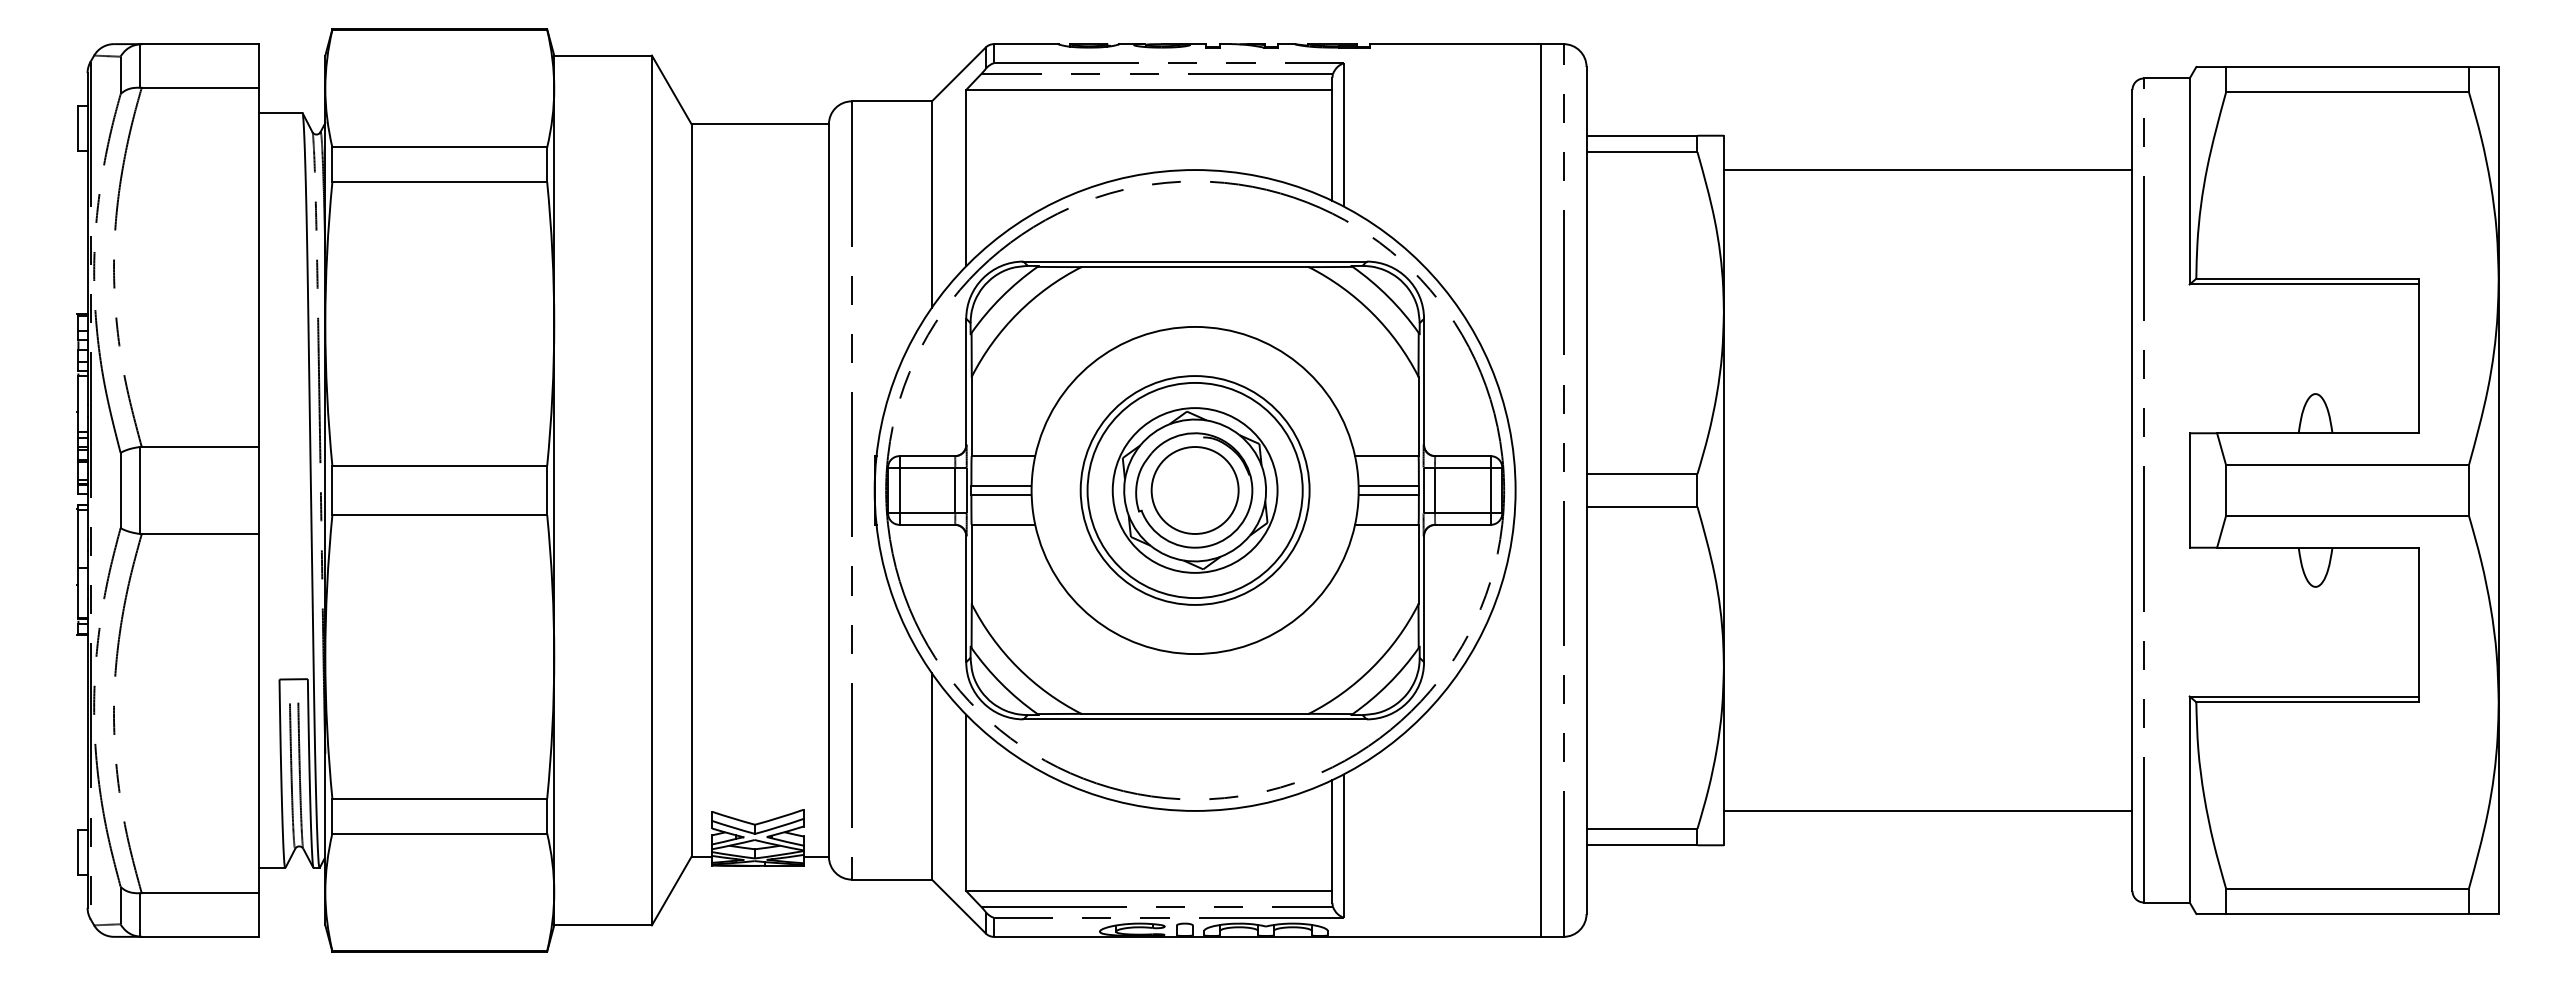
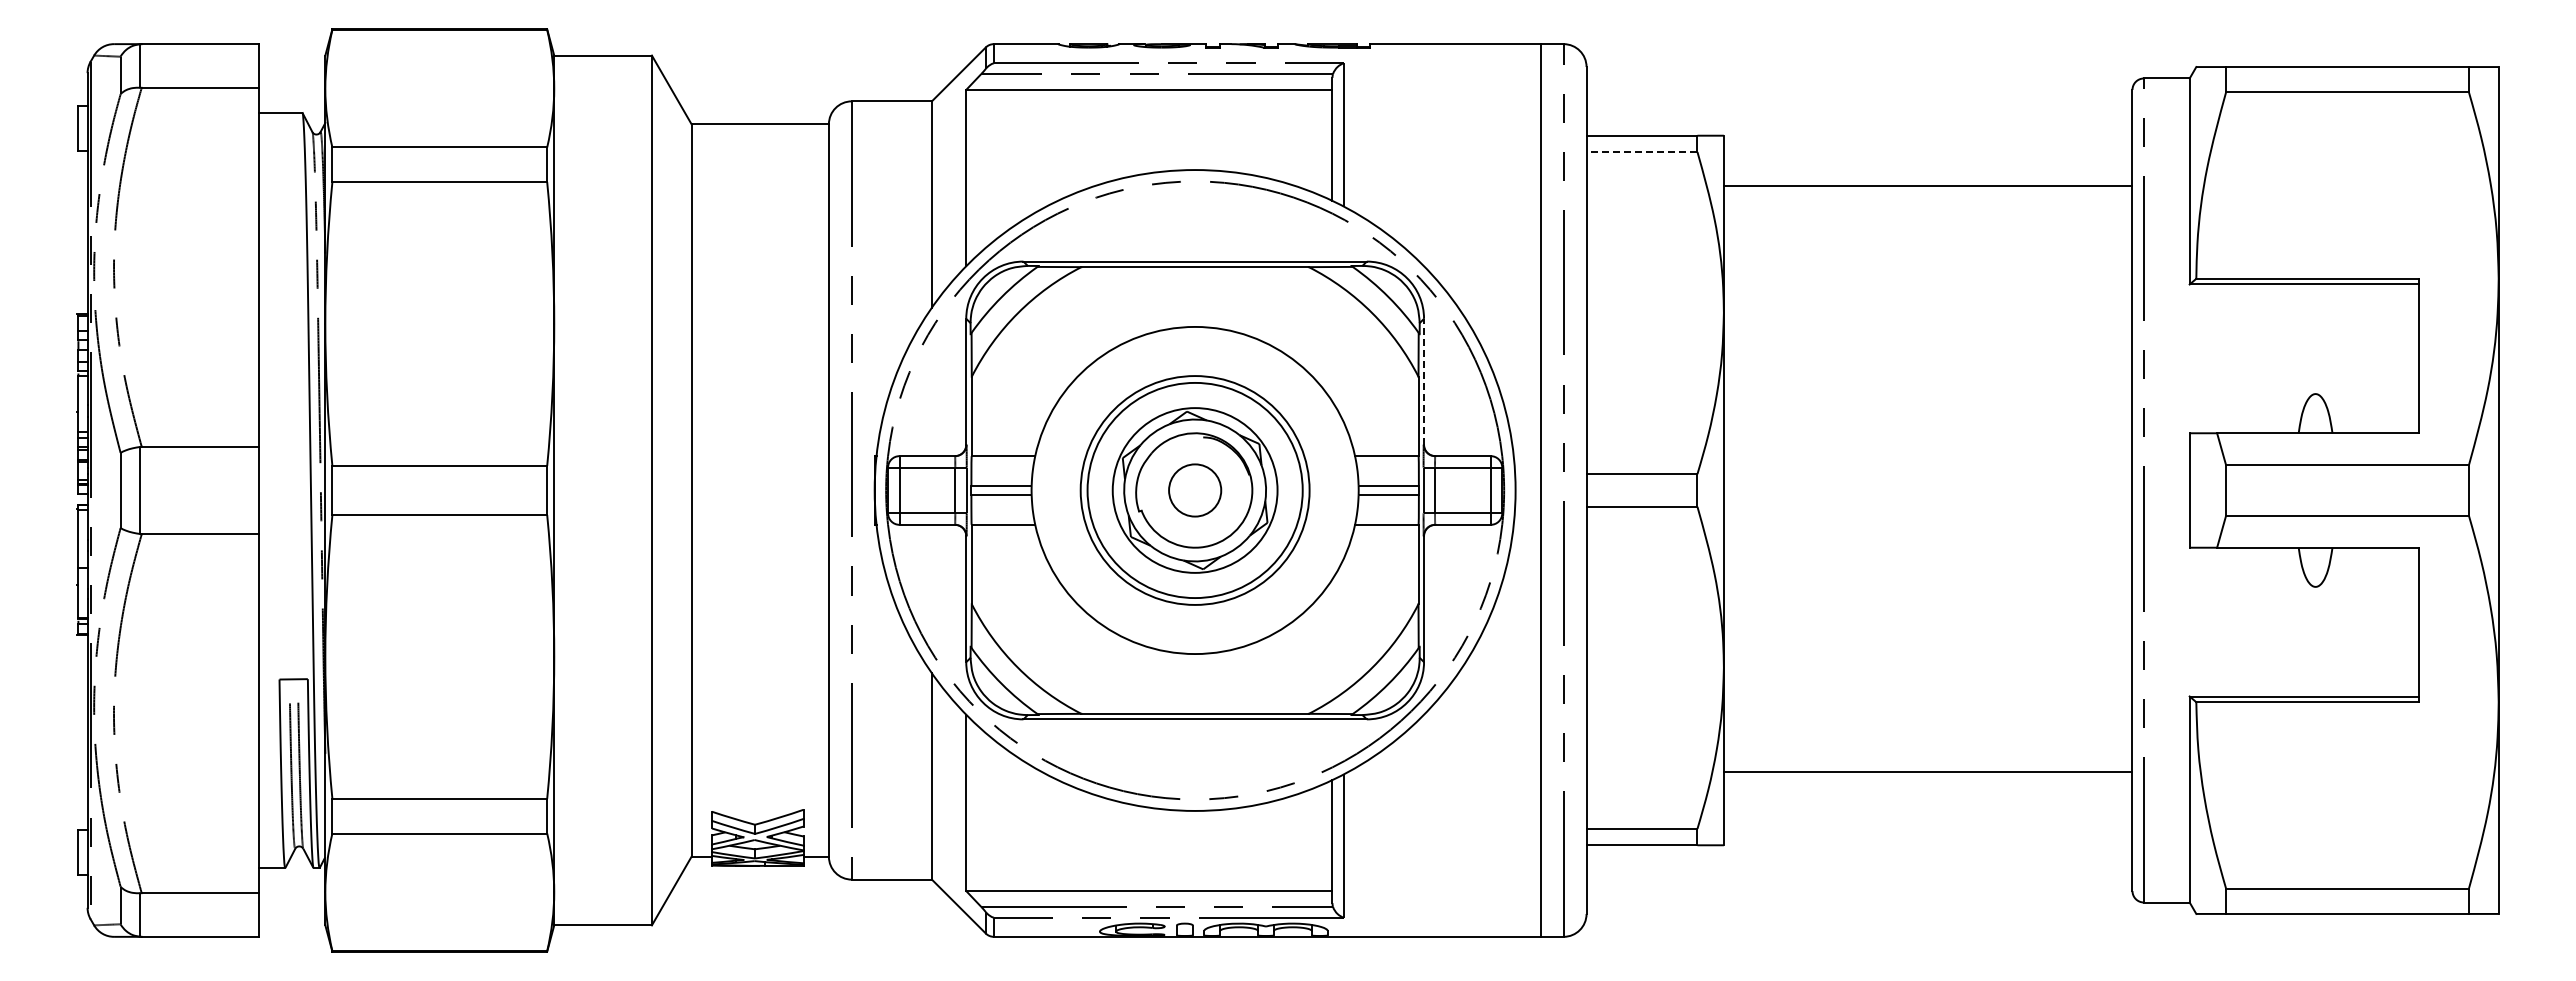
line at (1641, 152): solid -> dashed
line at (1927, 170) position: (1927, 170) -> (1927, 186)
line at (1424, 381): solid -> dashed
circle at (1194, 490) diameter: 87 px -> 52 px
line at (1927, 810) position: (1927, 810) -> (1927, 771)
